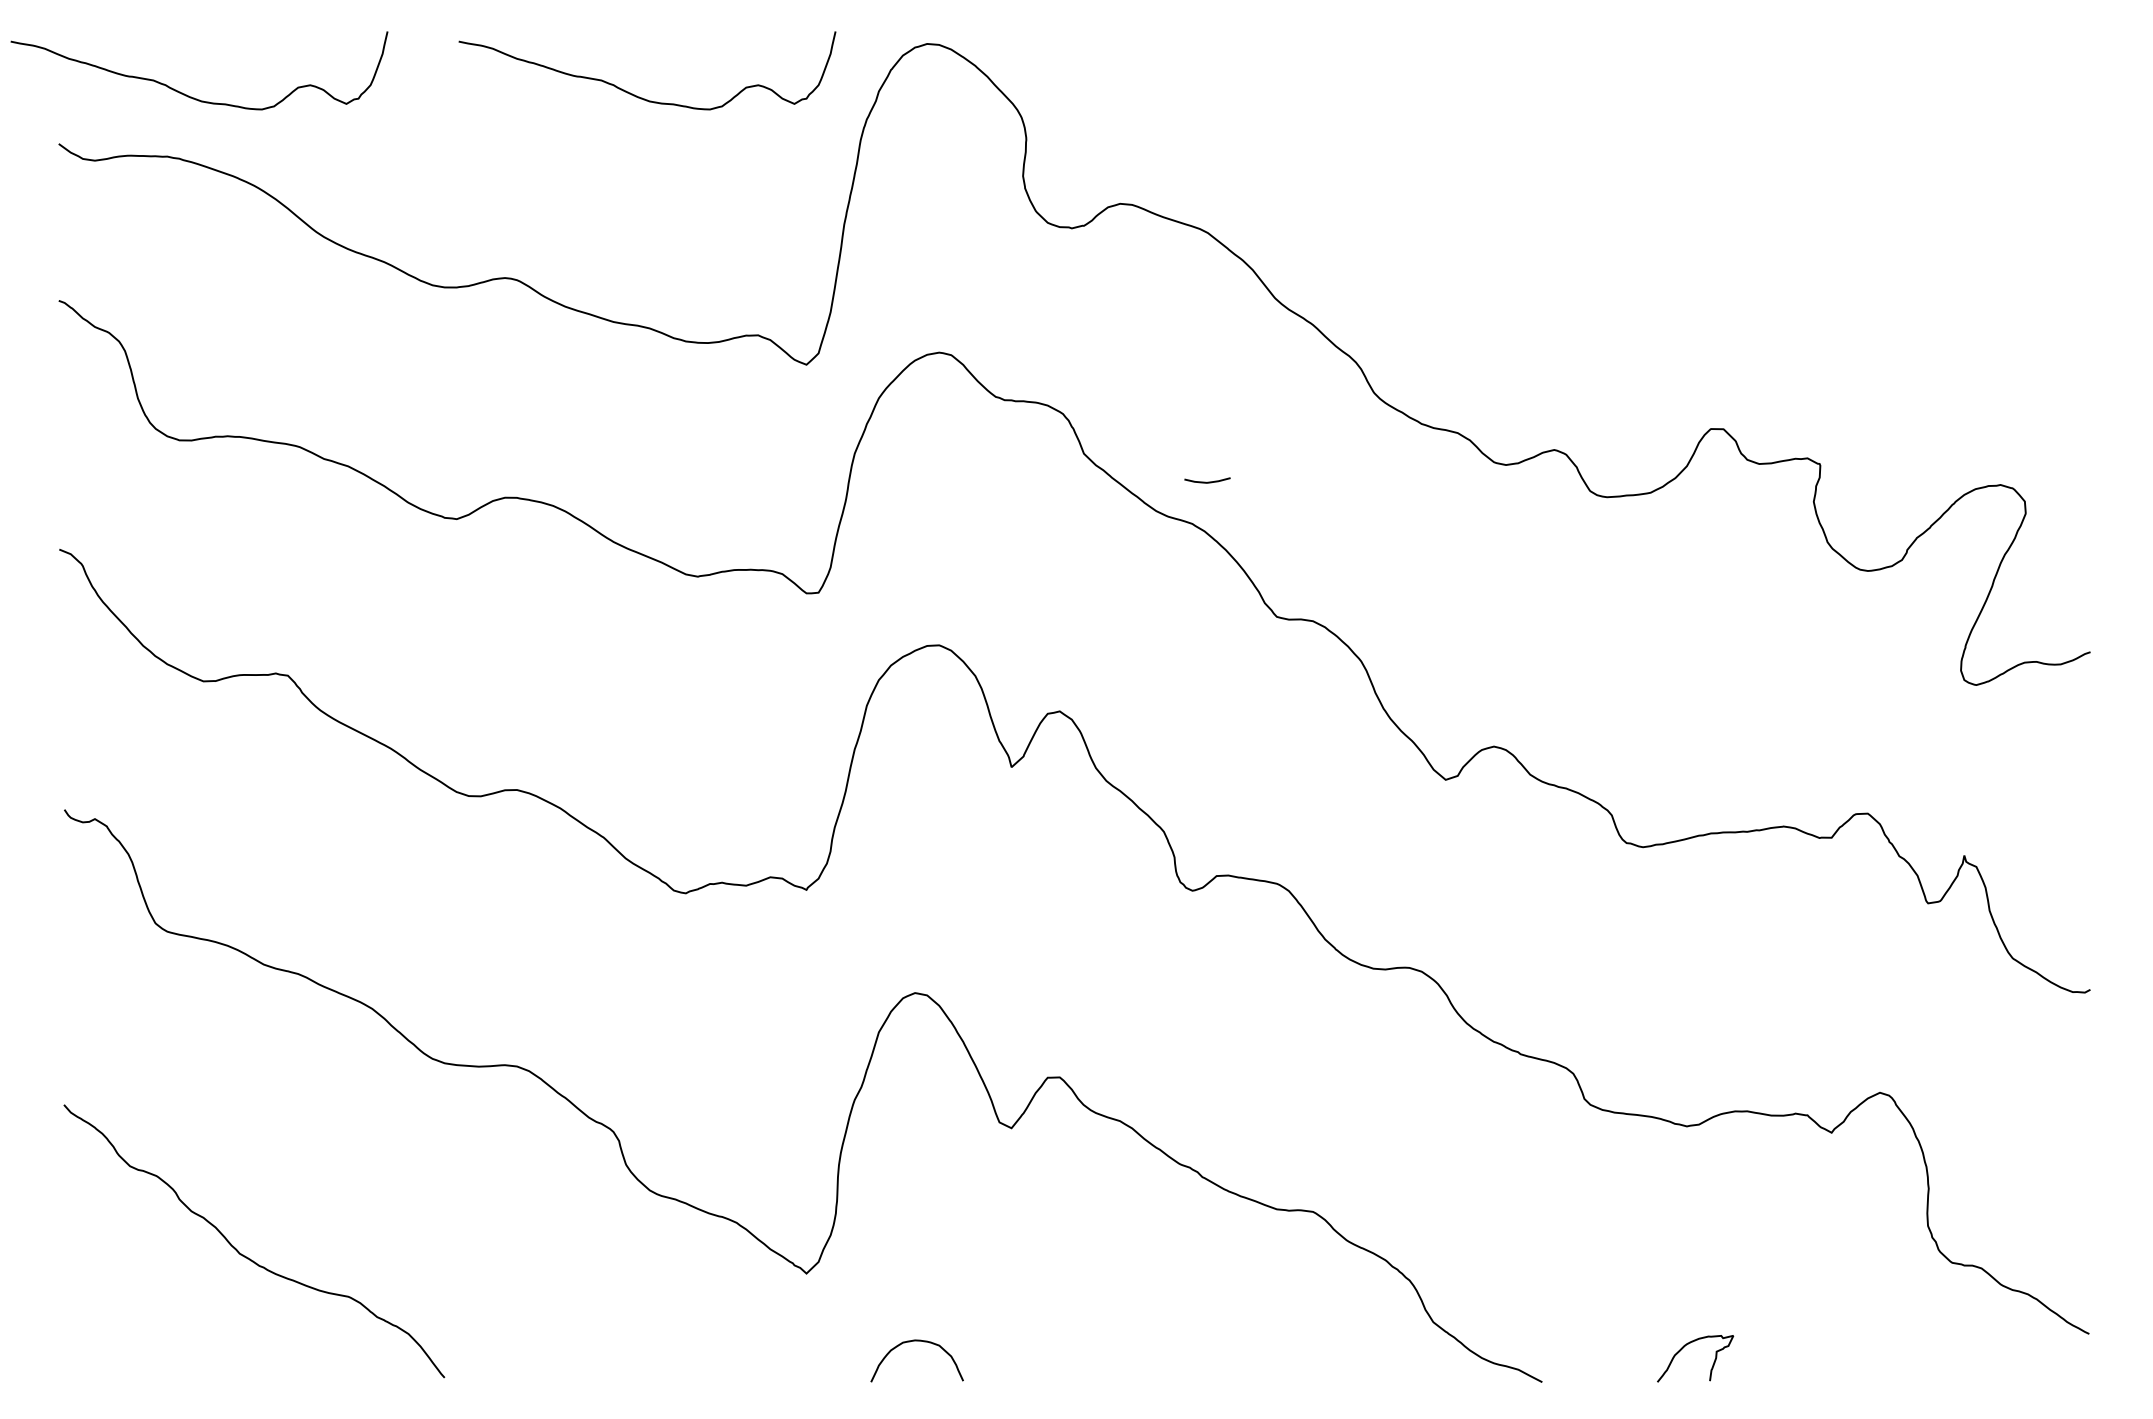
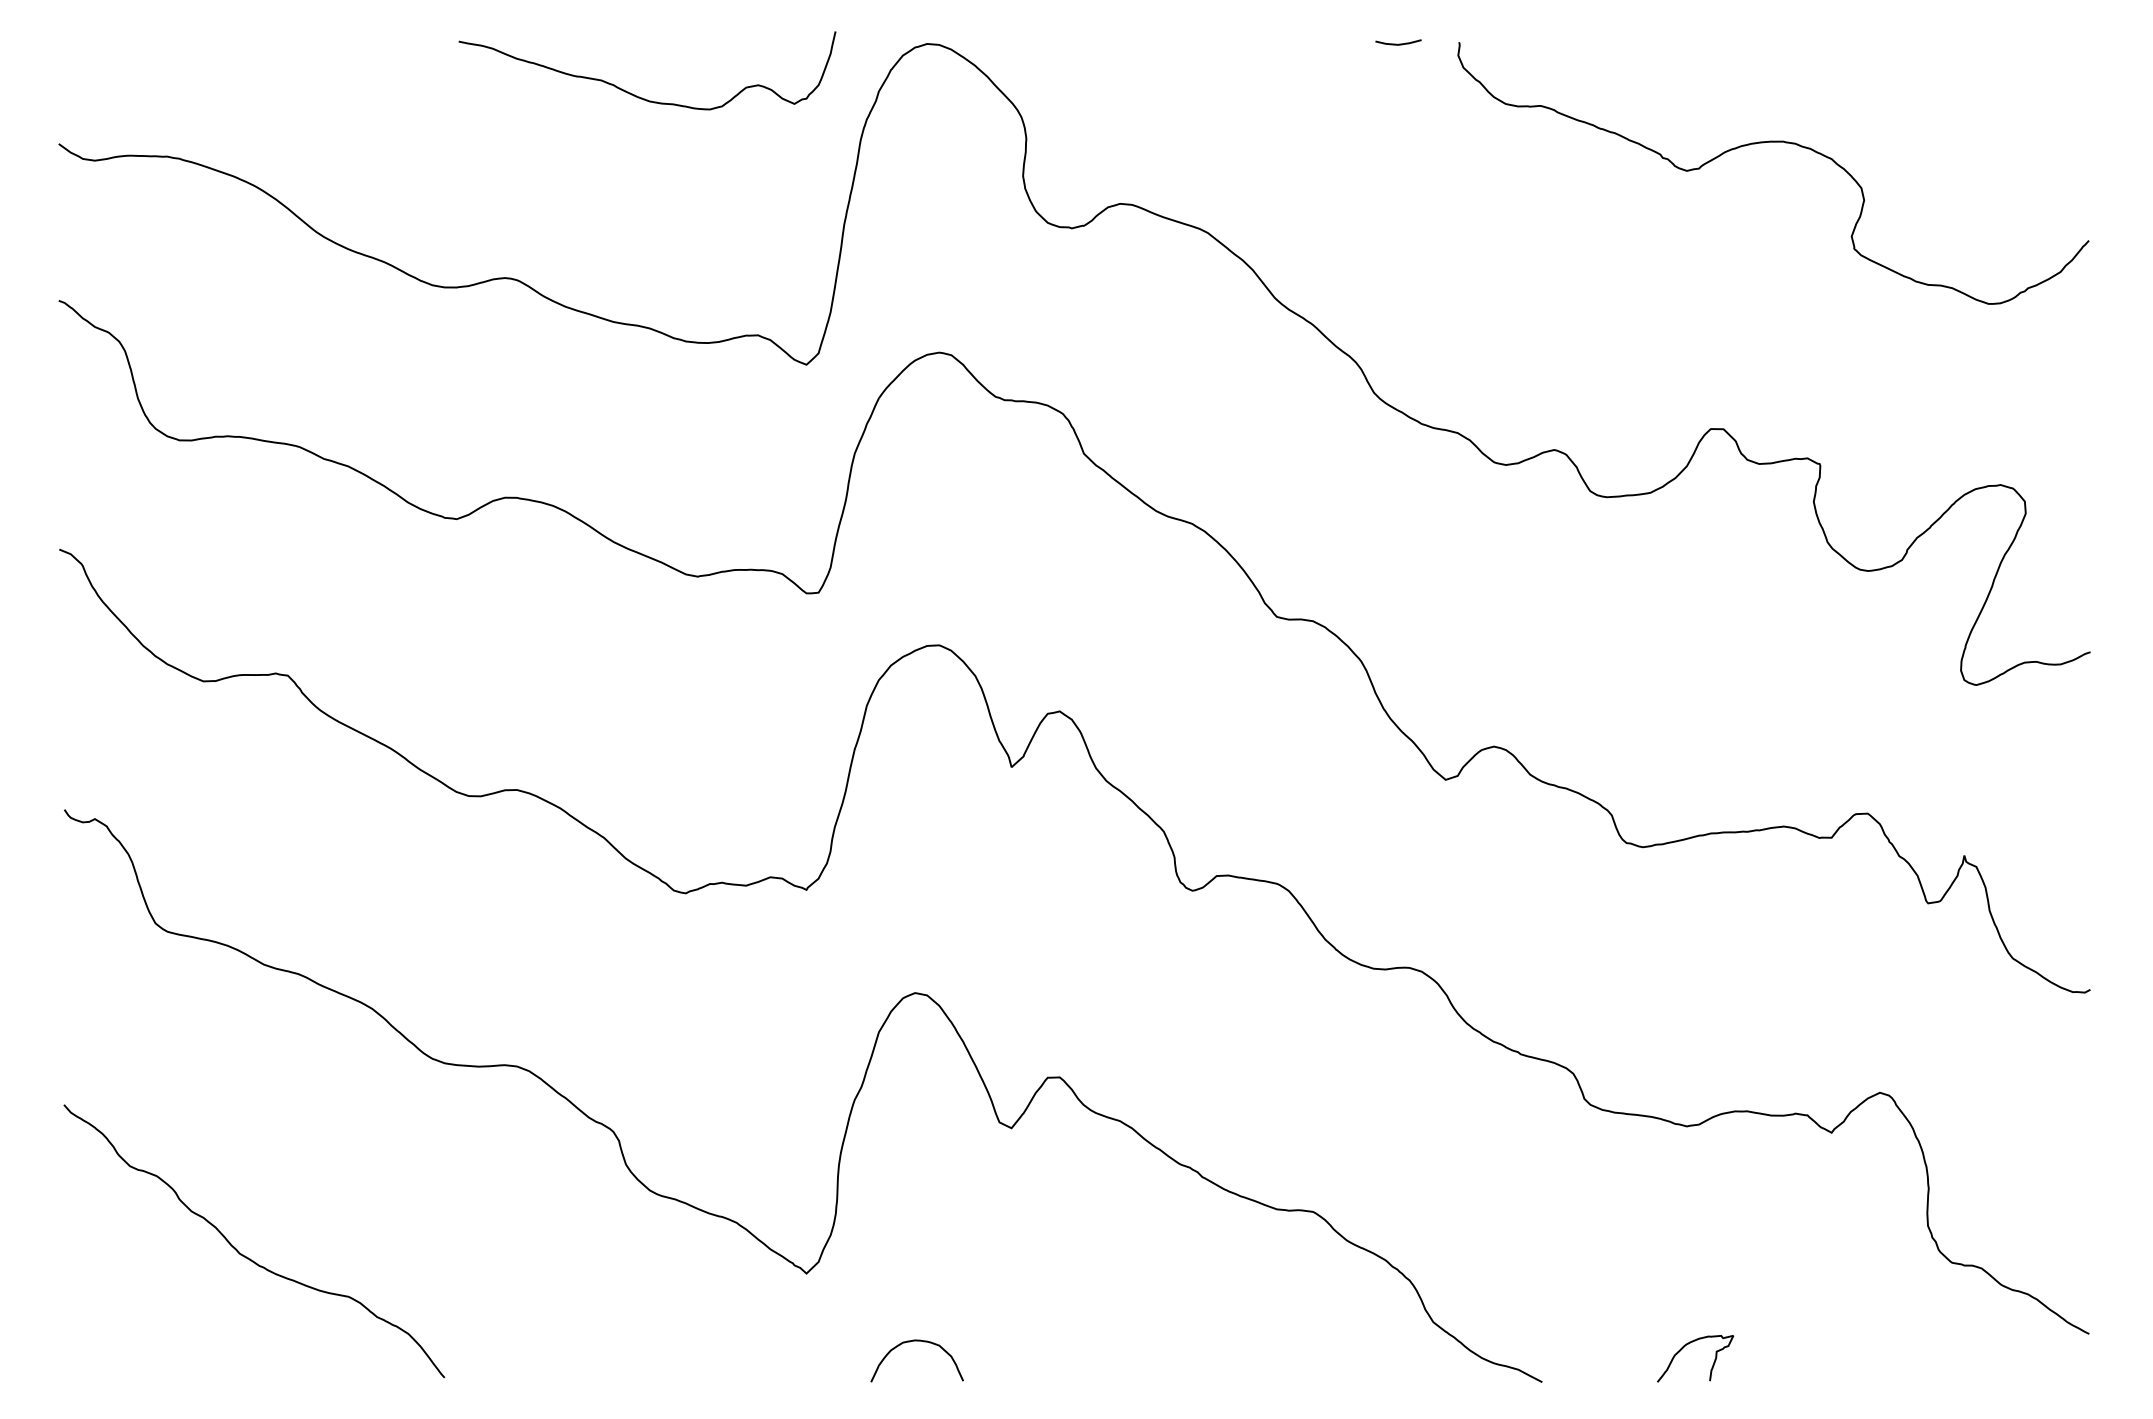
curve at (191, 96): present -> none
curve at (1773, 142): none -> present
curve at (1207, 481) position: (1207, 481) -> (1398, 43)
